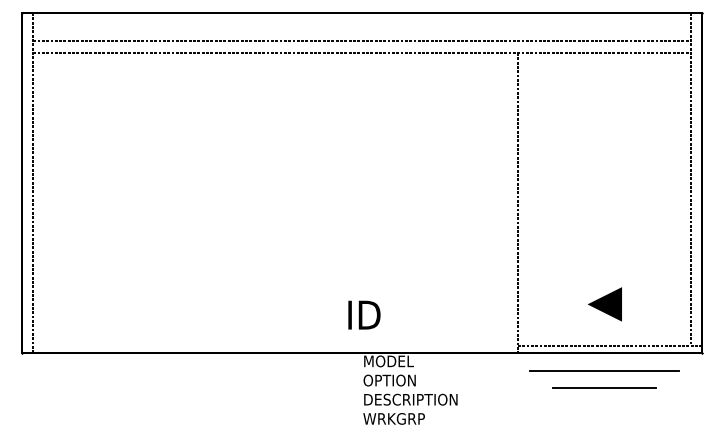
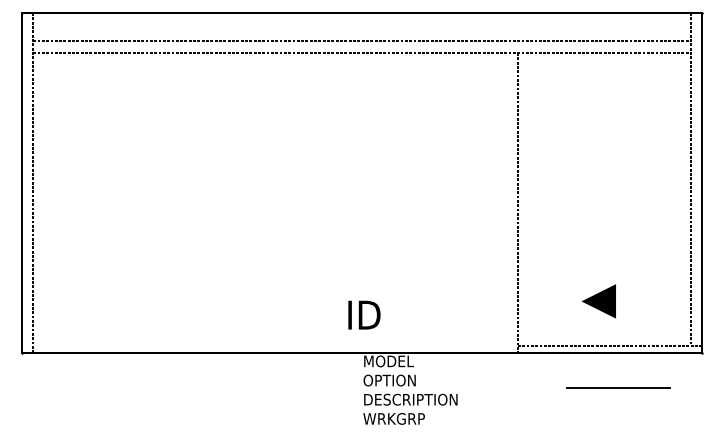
line at (604, 304) position: (604, 304) -> (598, 301)
line at (604, 370): present -> none
line at (604, 387) position: (604, 387) -> (618, 387)
